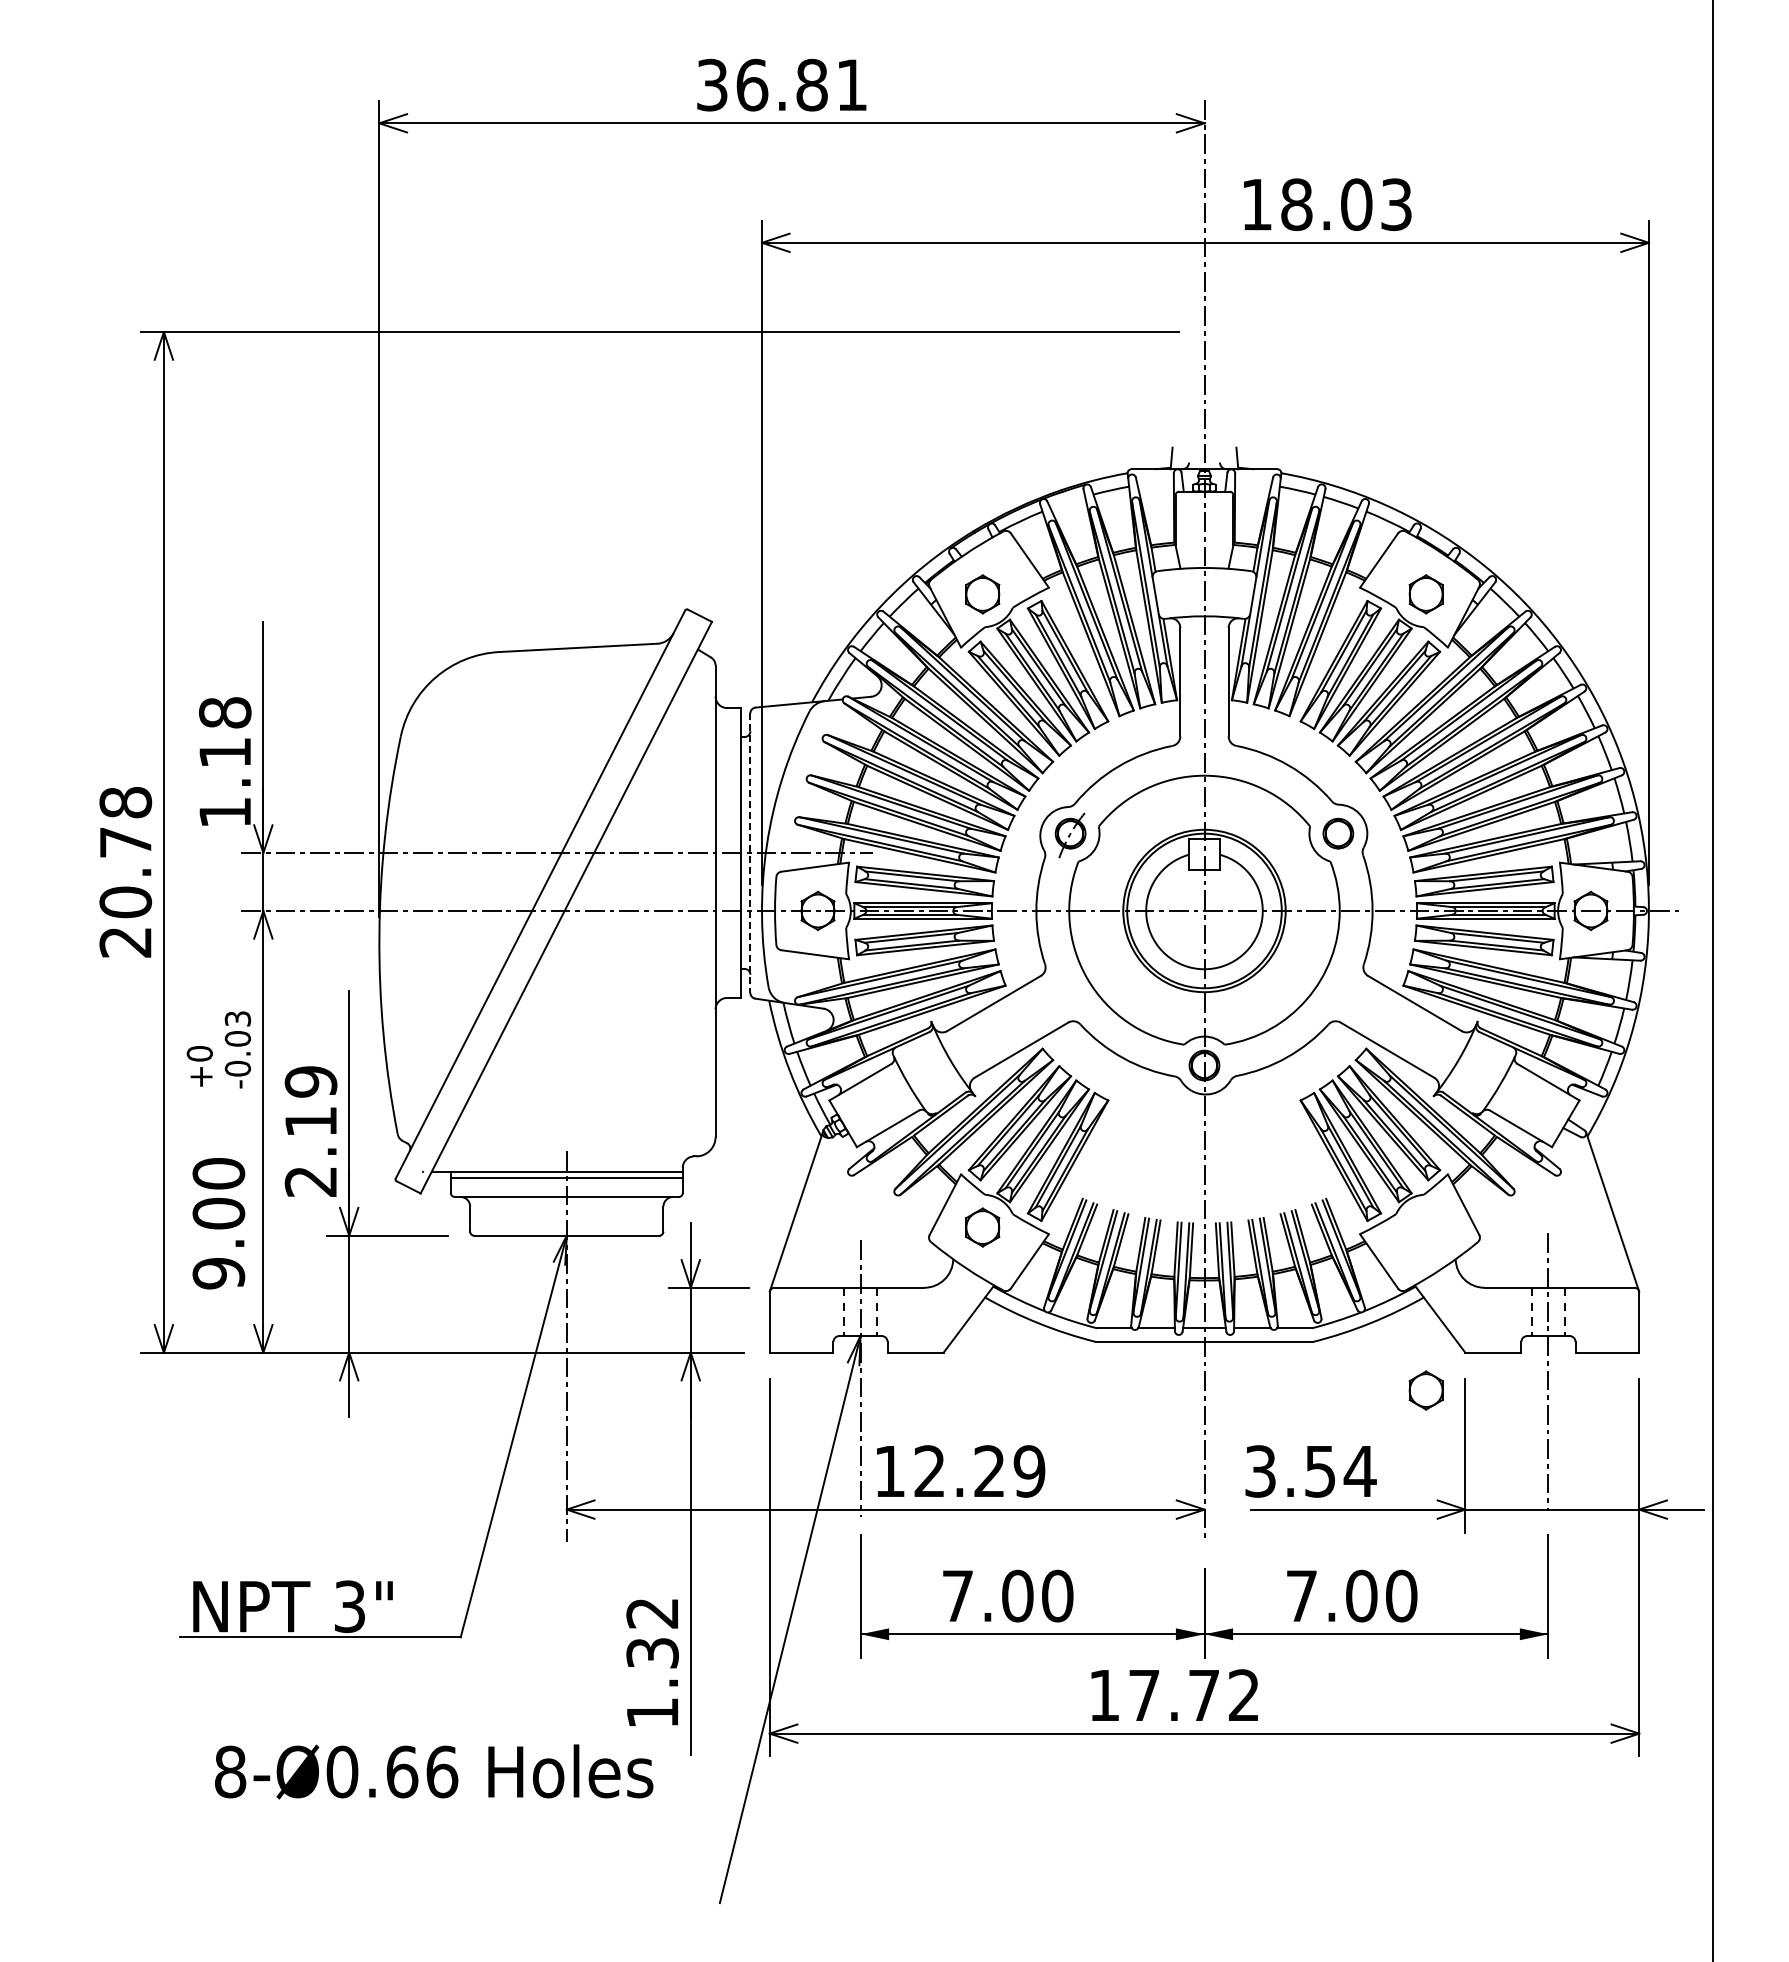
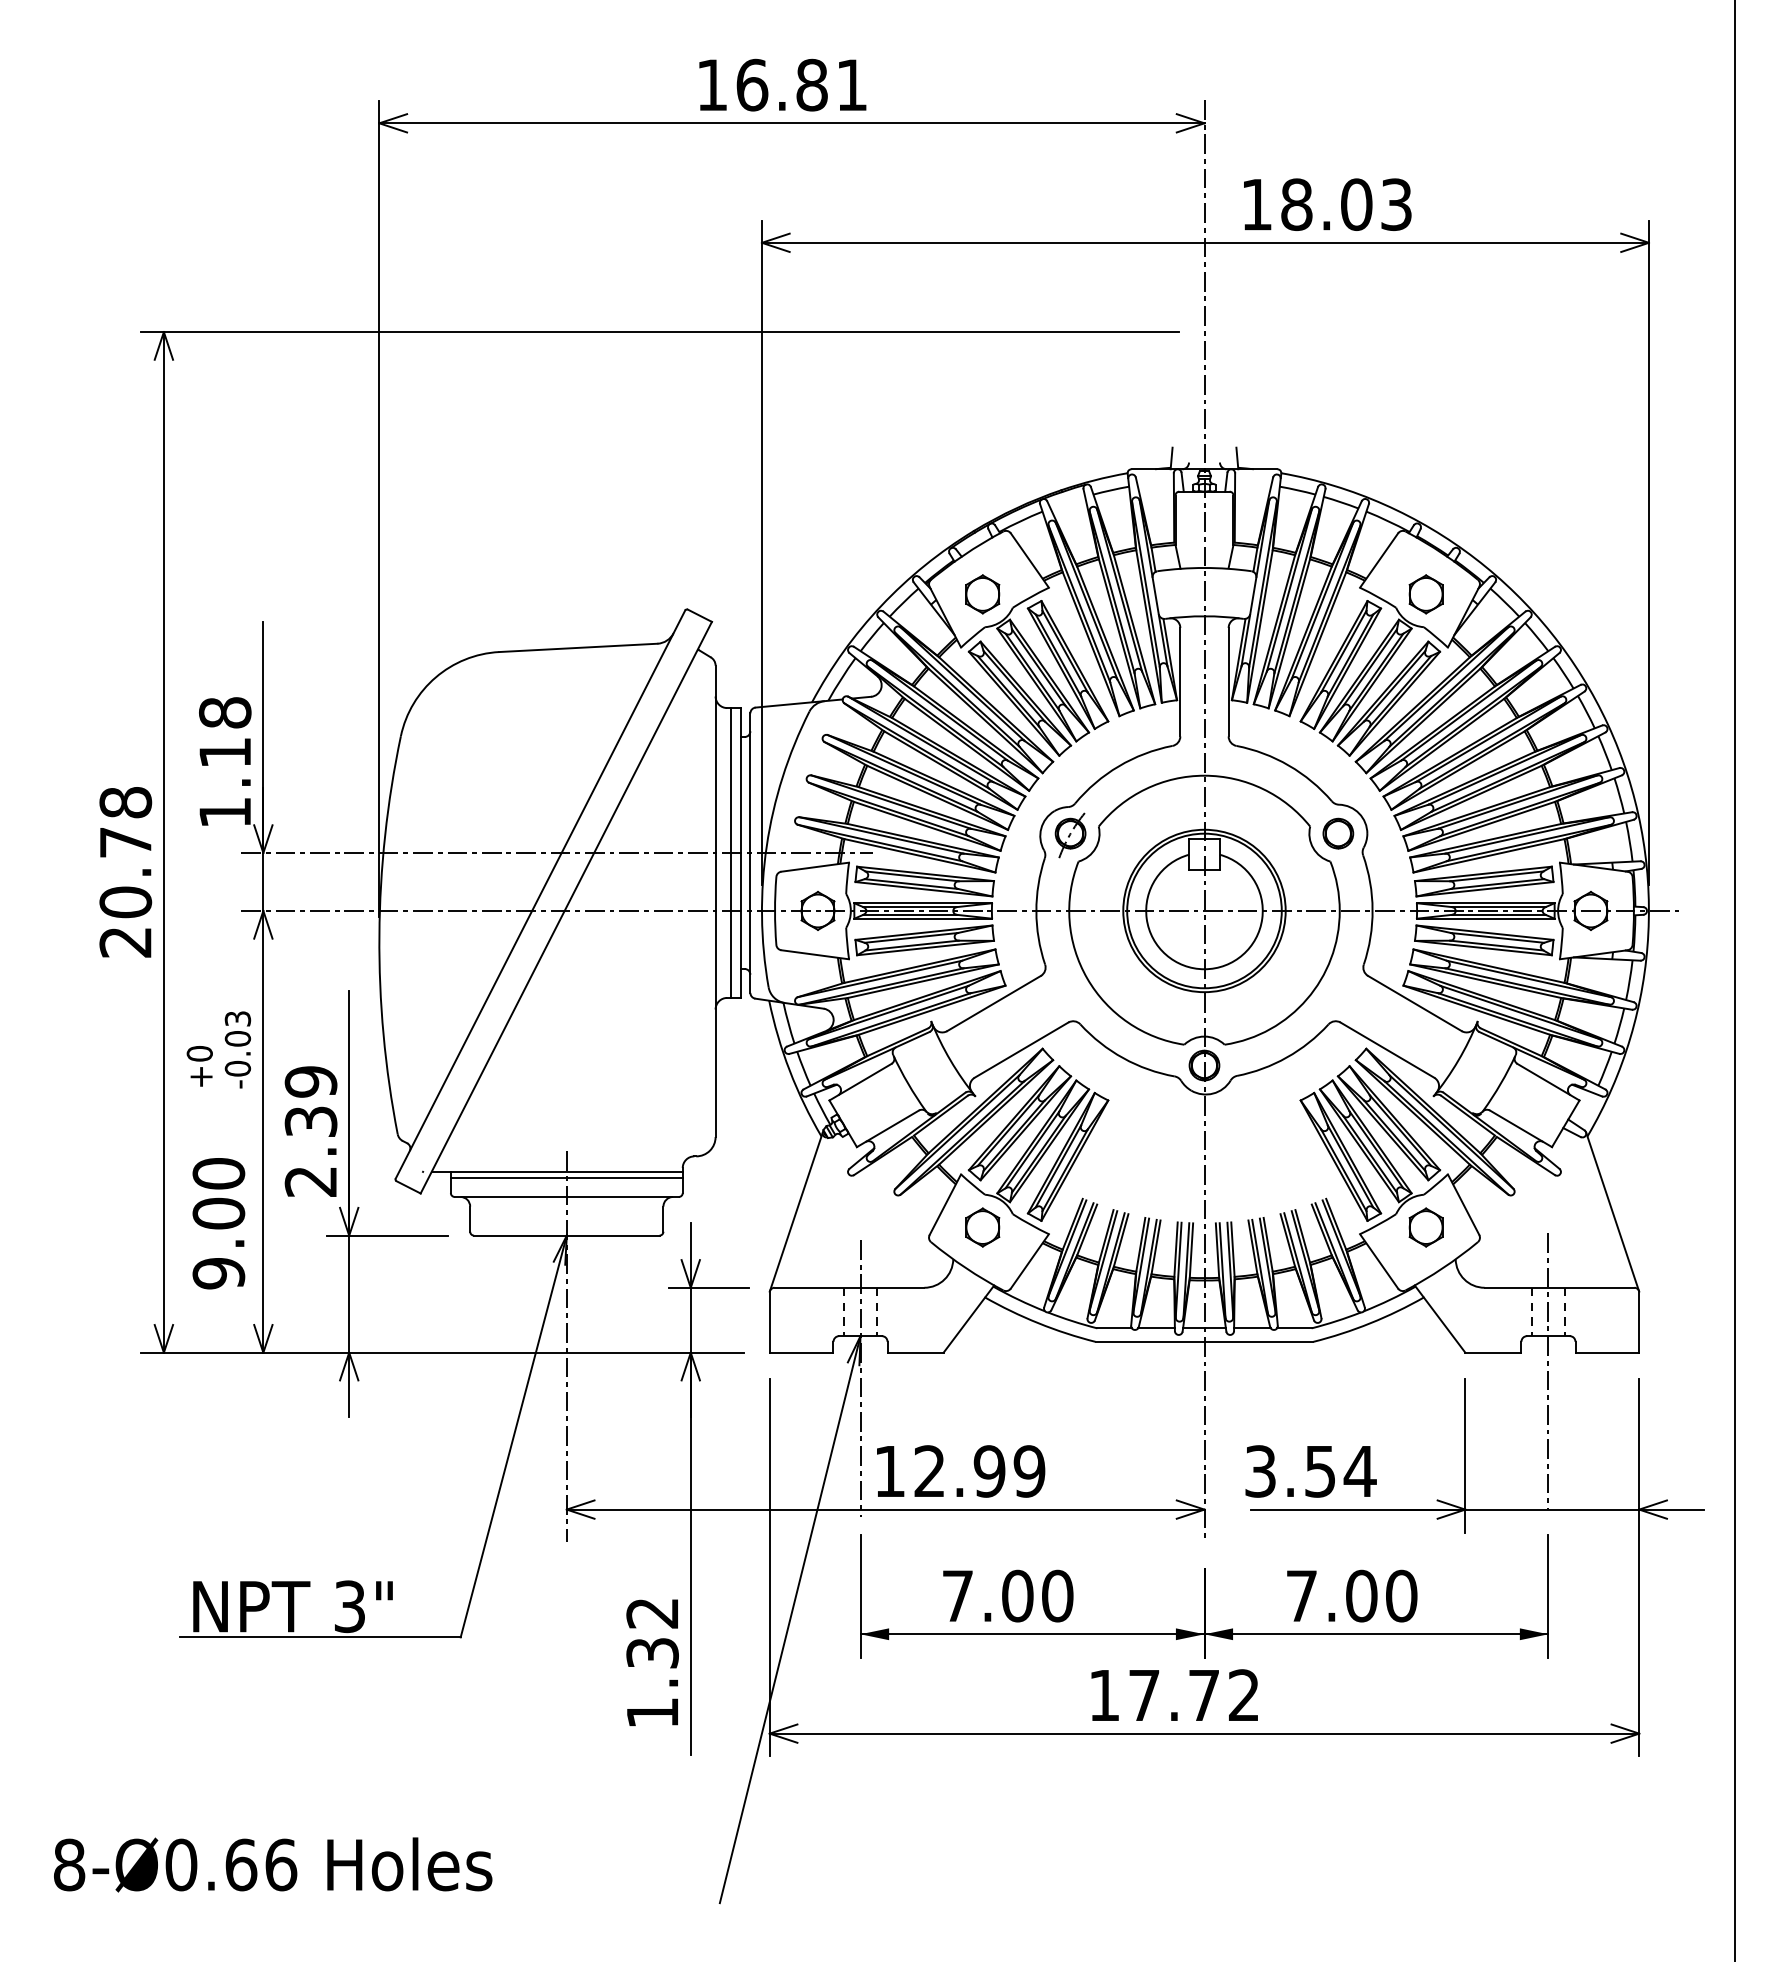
text at (712, 84): 36.81 -> 16.81
line at (731, 852): none -> present
line at (750, 853): dashed -> solid
line at (1713, 980) position: (1713, 980) -> (1735, 980)
text at (310, 1121): 2.19 -> 2.39
part at (1425, 1390) position: (1425, 1390) -> (1425, 1227)
text at (989, 1471): 12.29 -> 12.99
text at (434, 1771) position: (434, 1771) -> (273, 1864)
